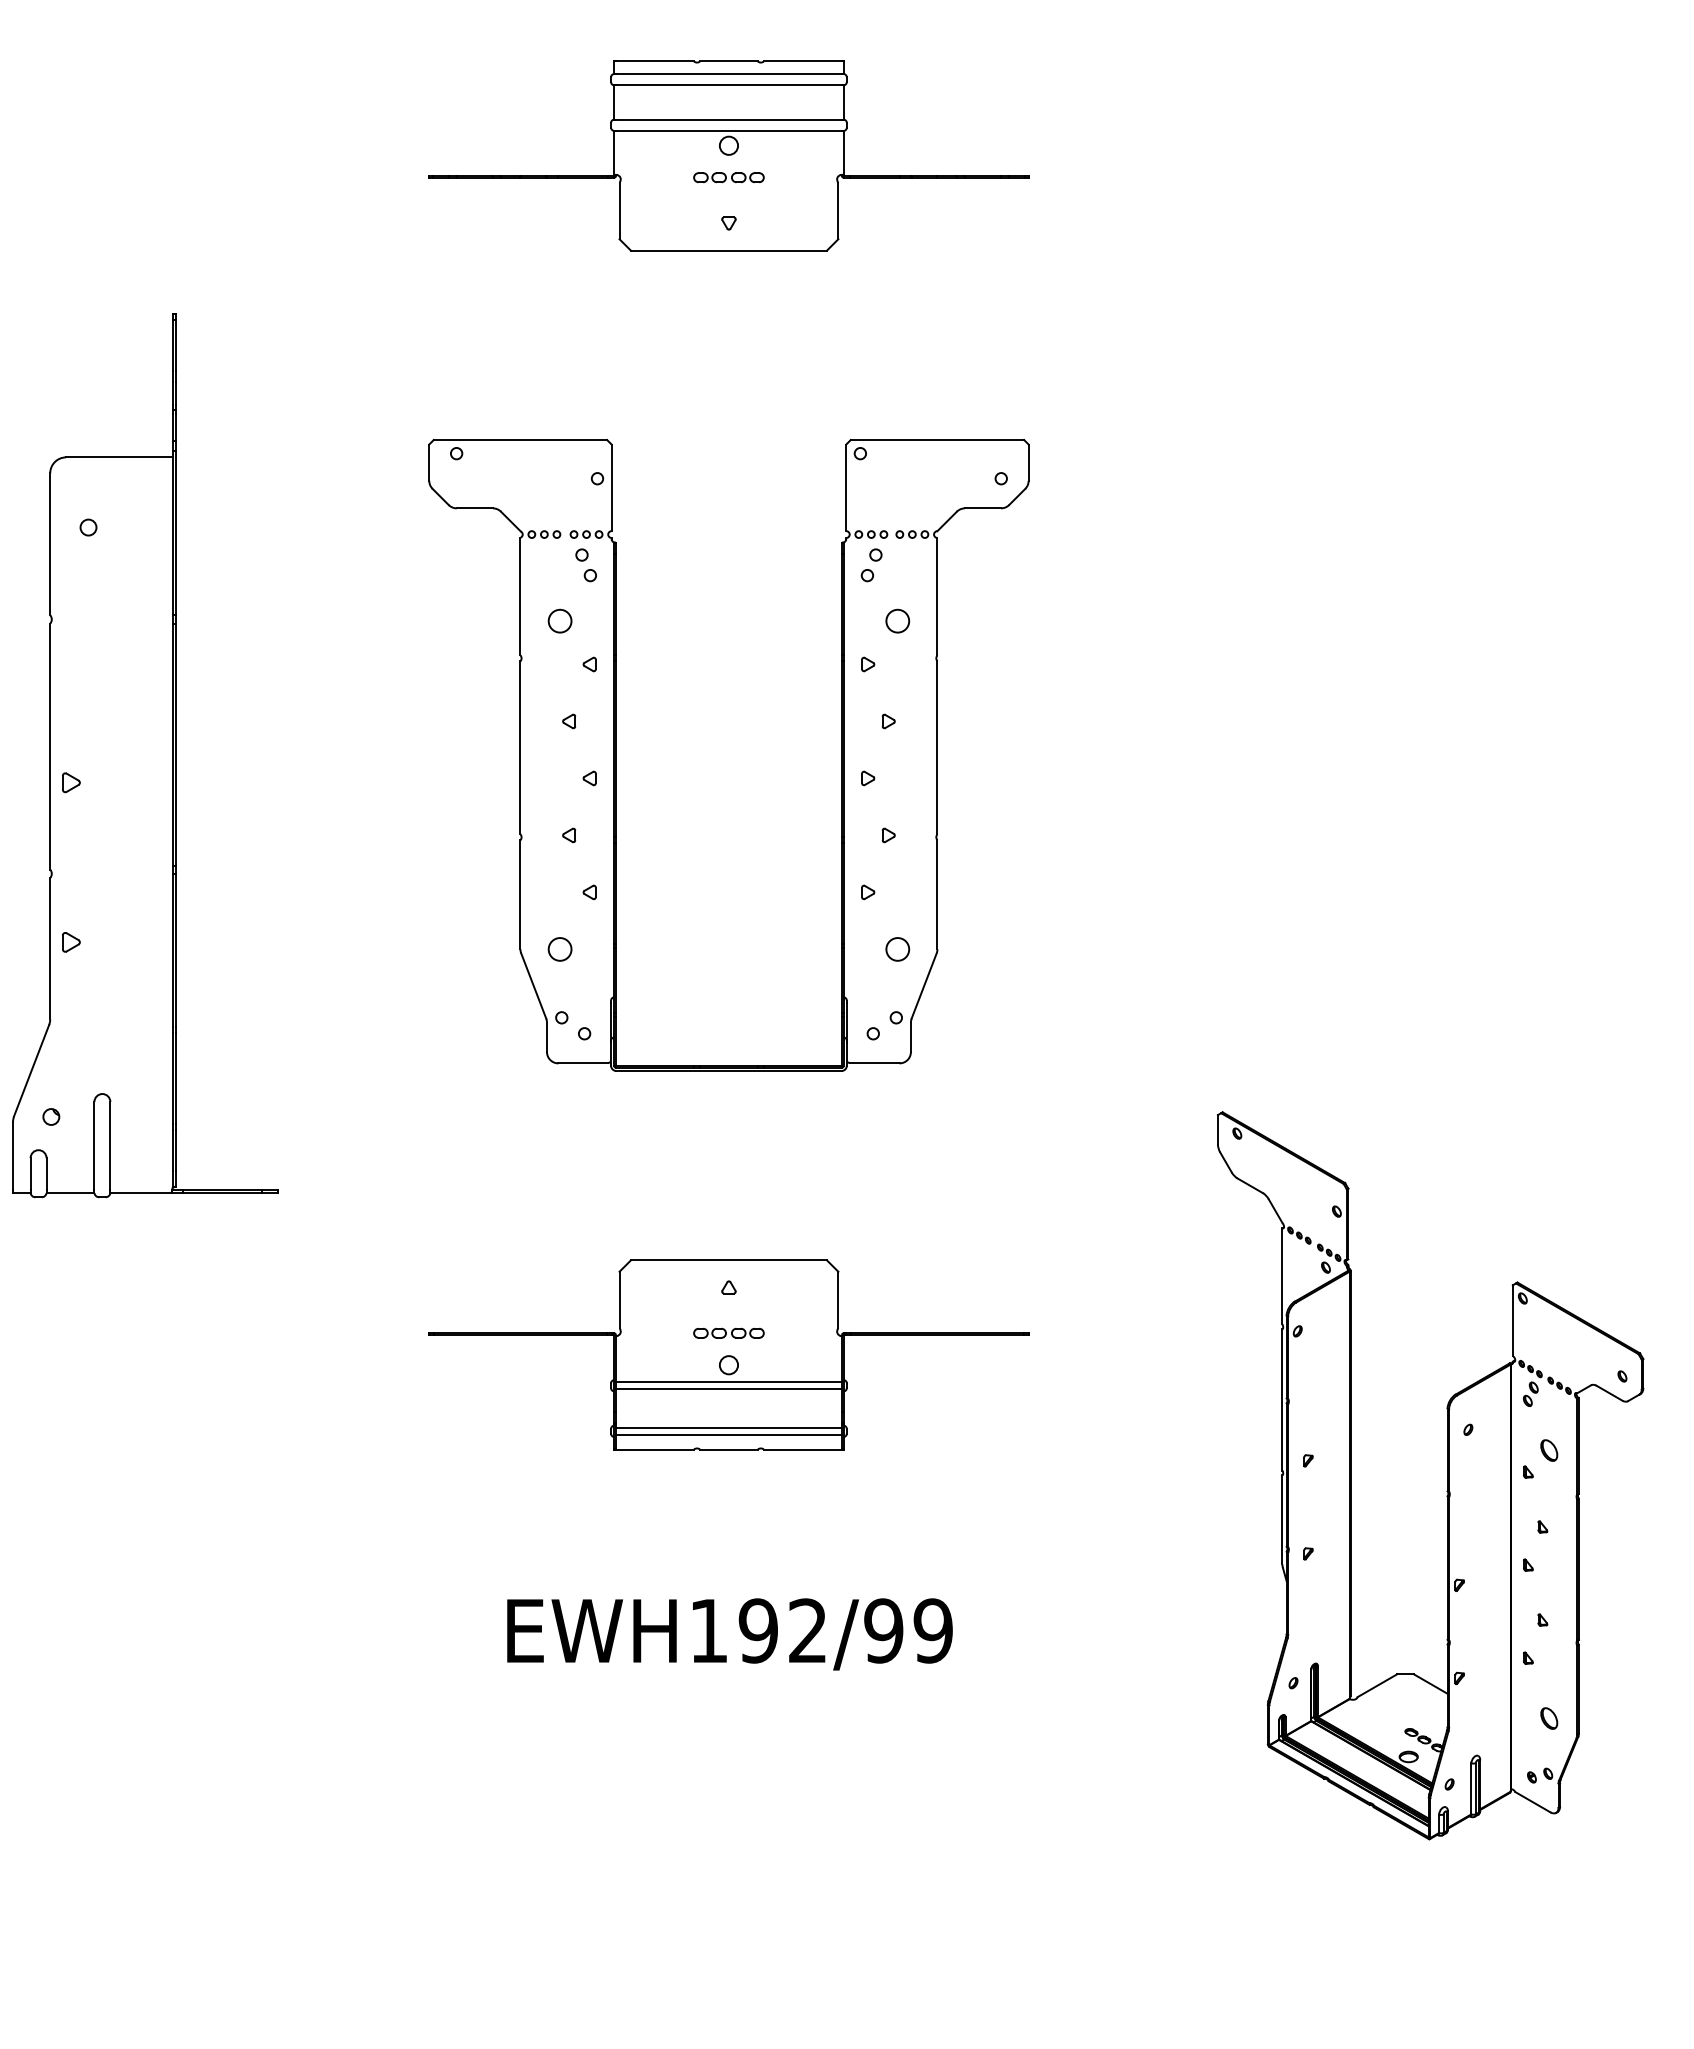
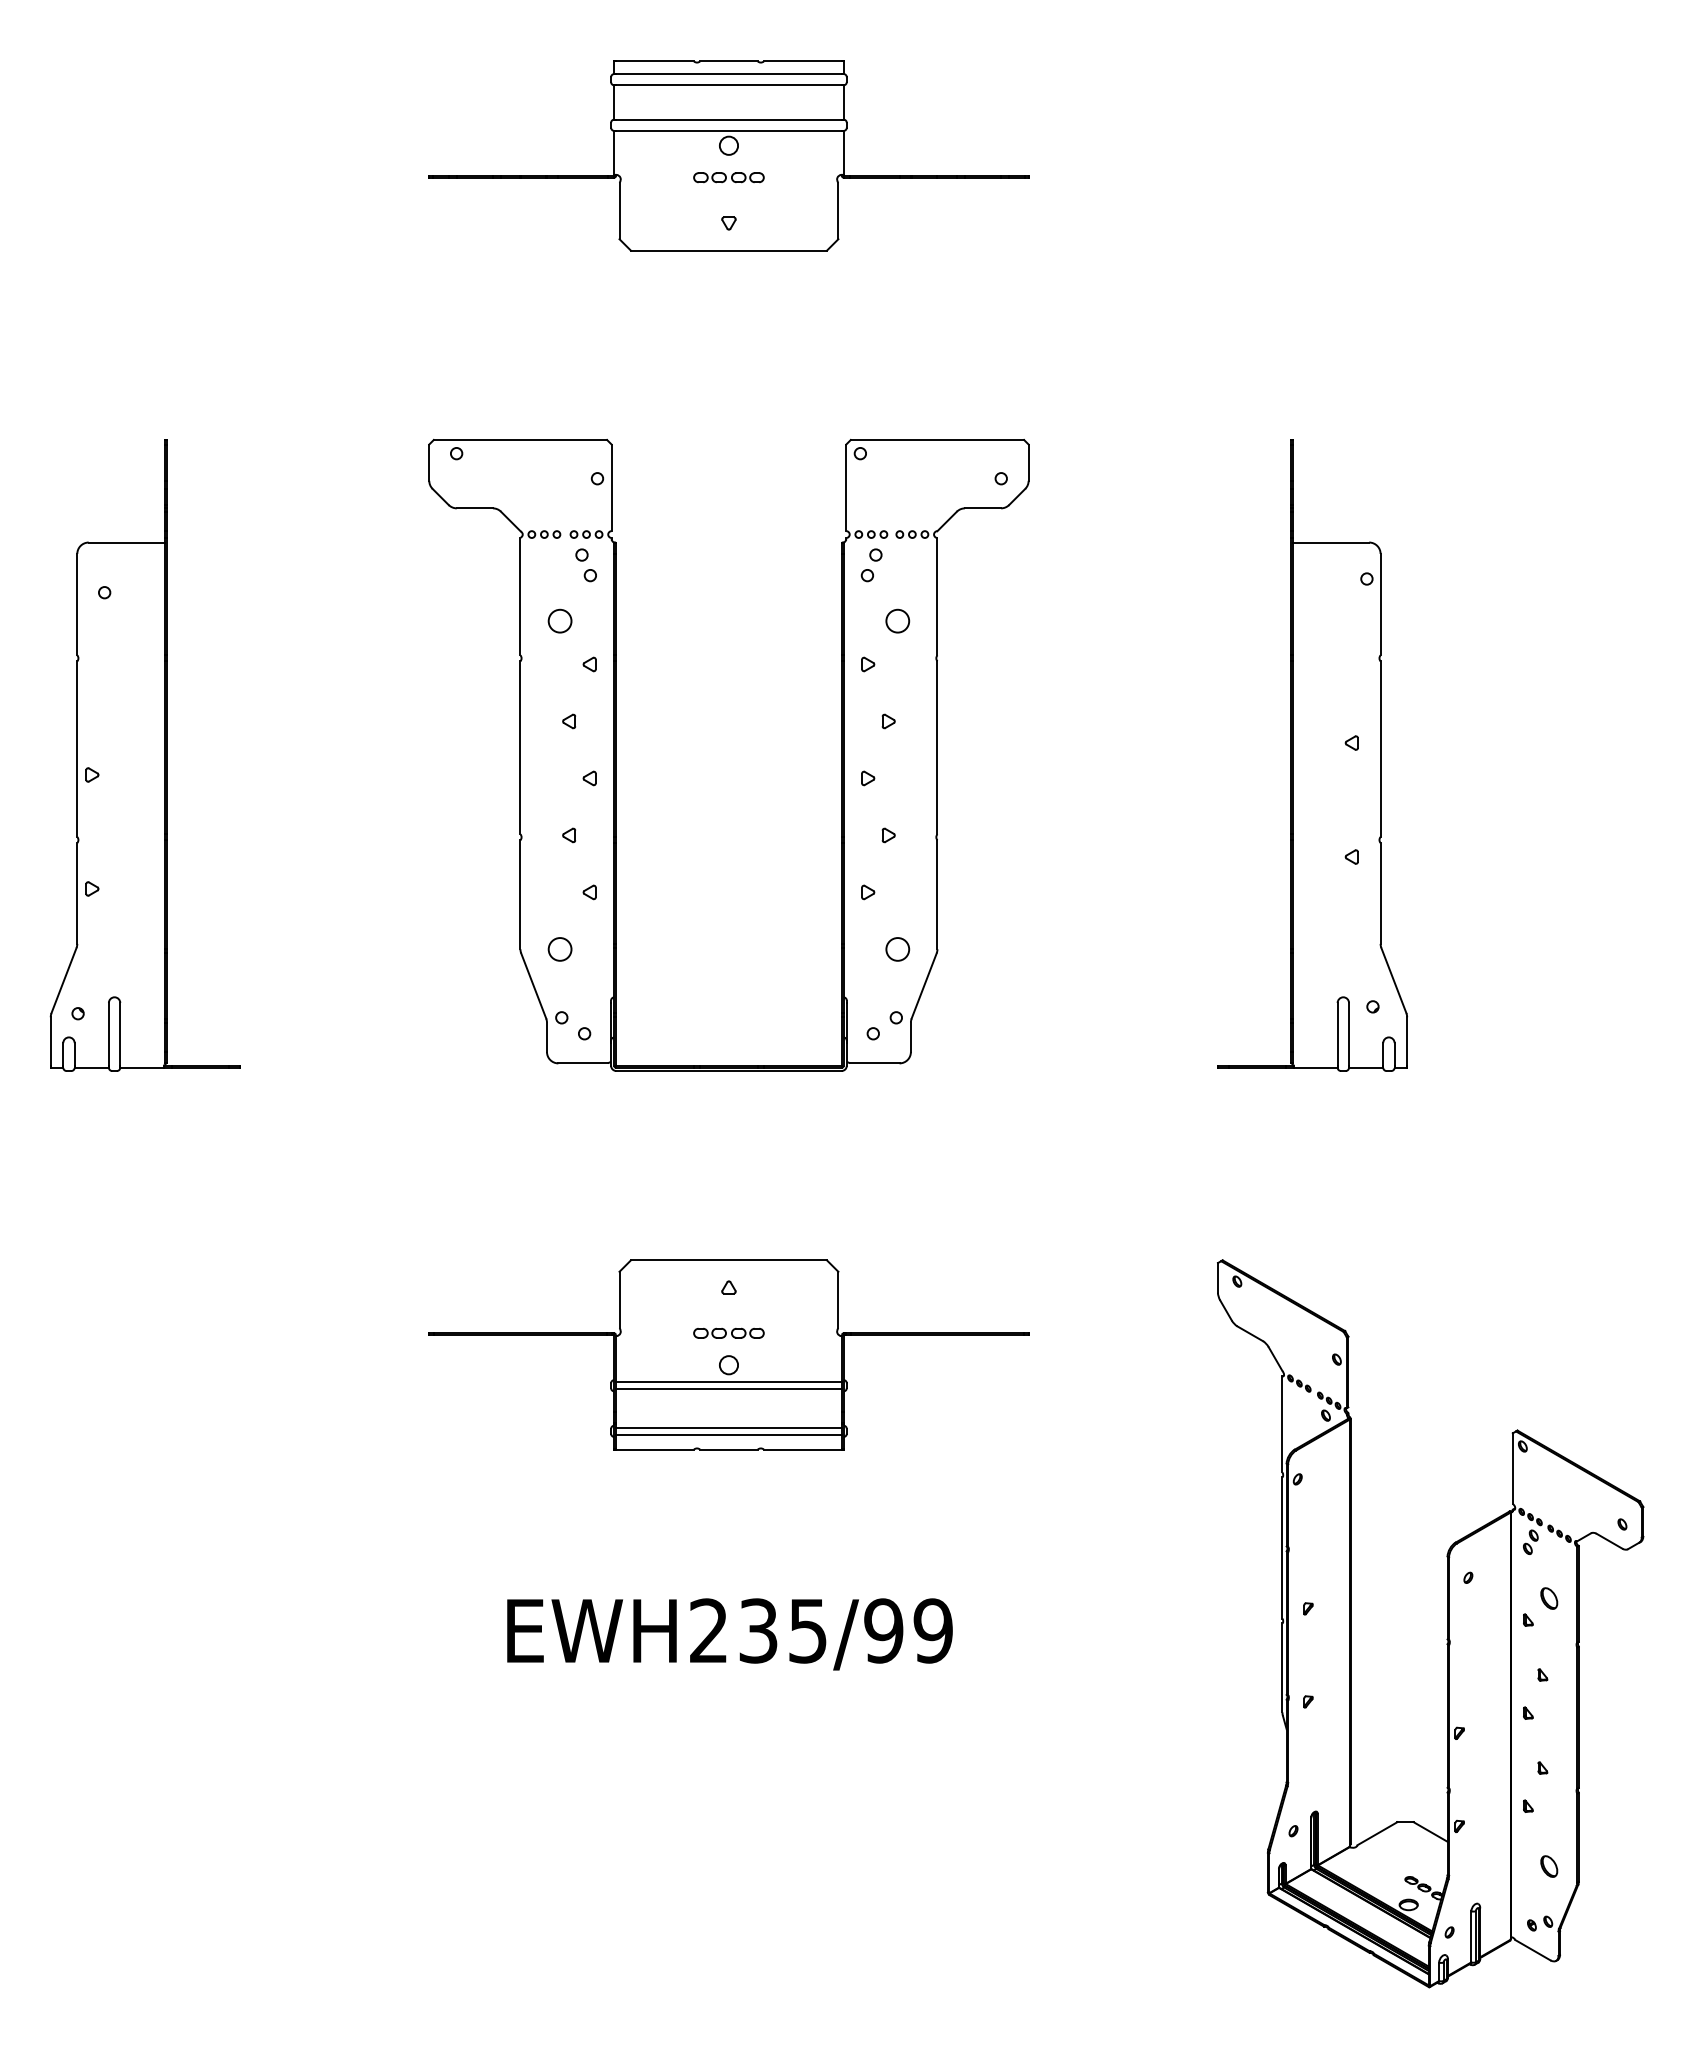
part at (145, 755) size: 267x886 px -> 192x633 px
part at (1312, 755): none -> present
part at (1447, 1475) position: (1447, 1475) -> (1447, 1623)
text at (758, 1630): EWH192/99 -> EWH235/99
